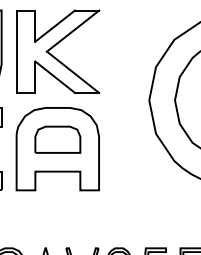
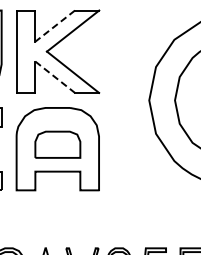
line at (54, 26): solid -> dashed
line at (55, 77): solid -> dashed
part at (57, 139) position: (57, 139) -> (57, 144)
